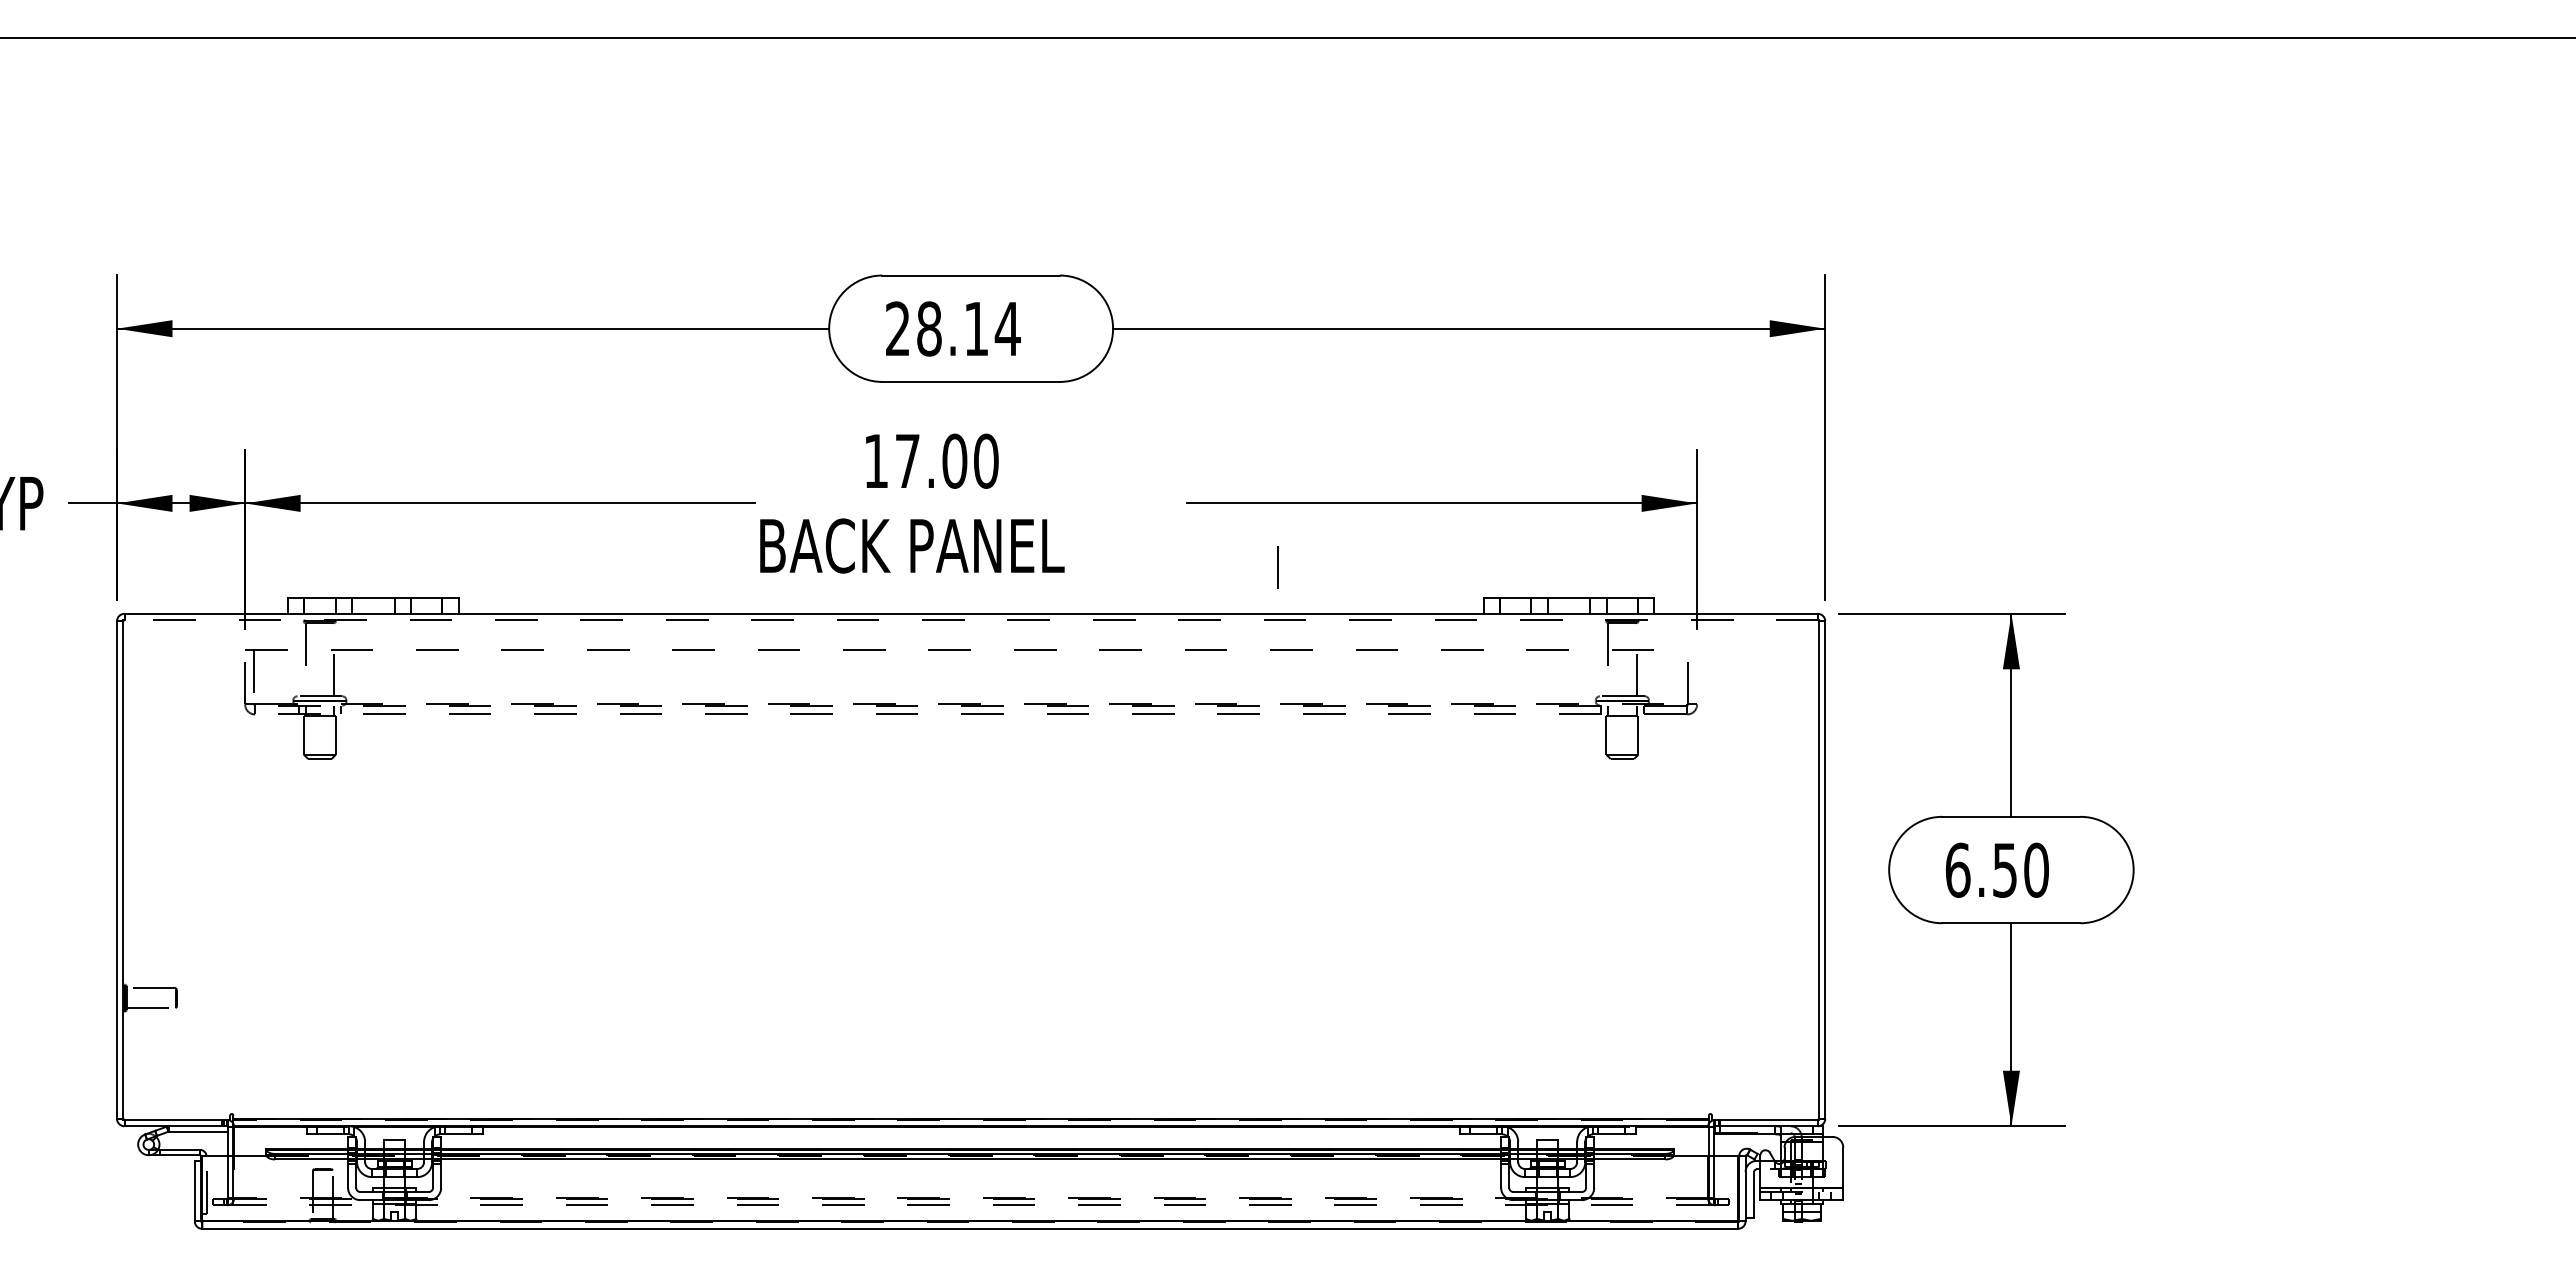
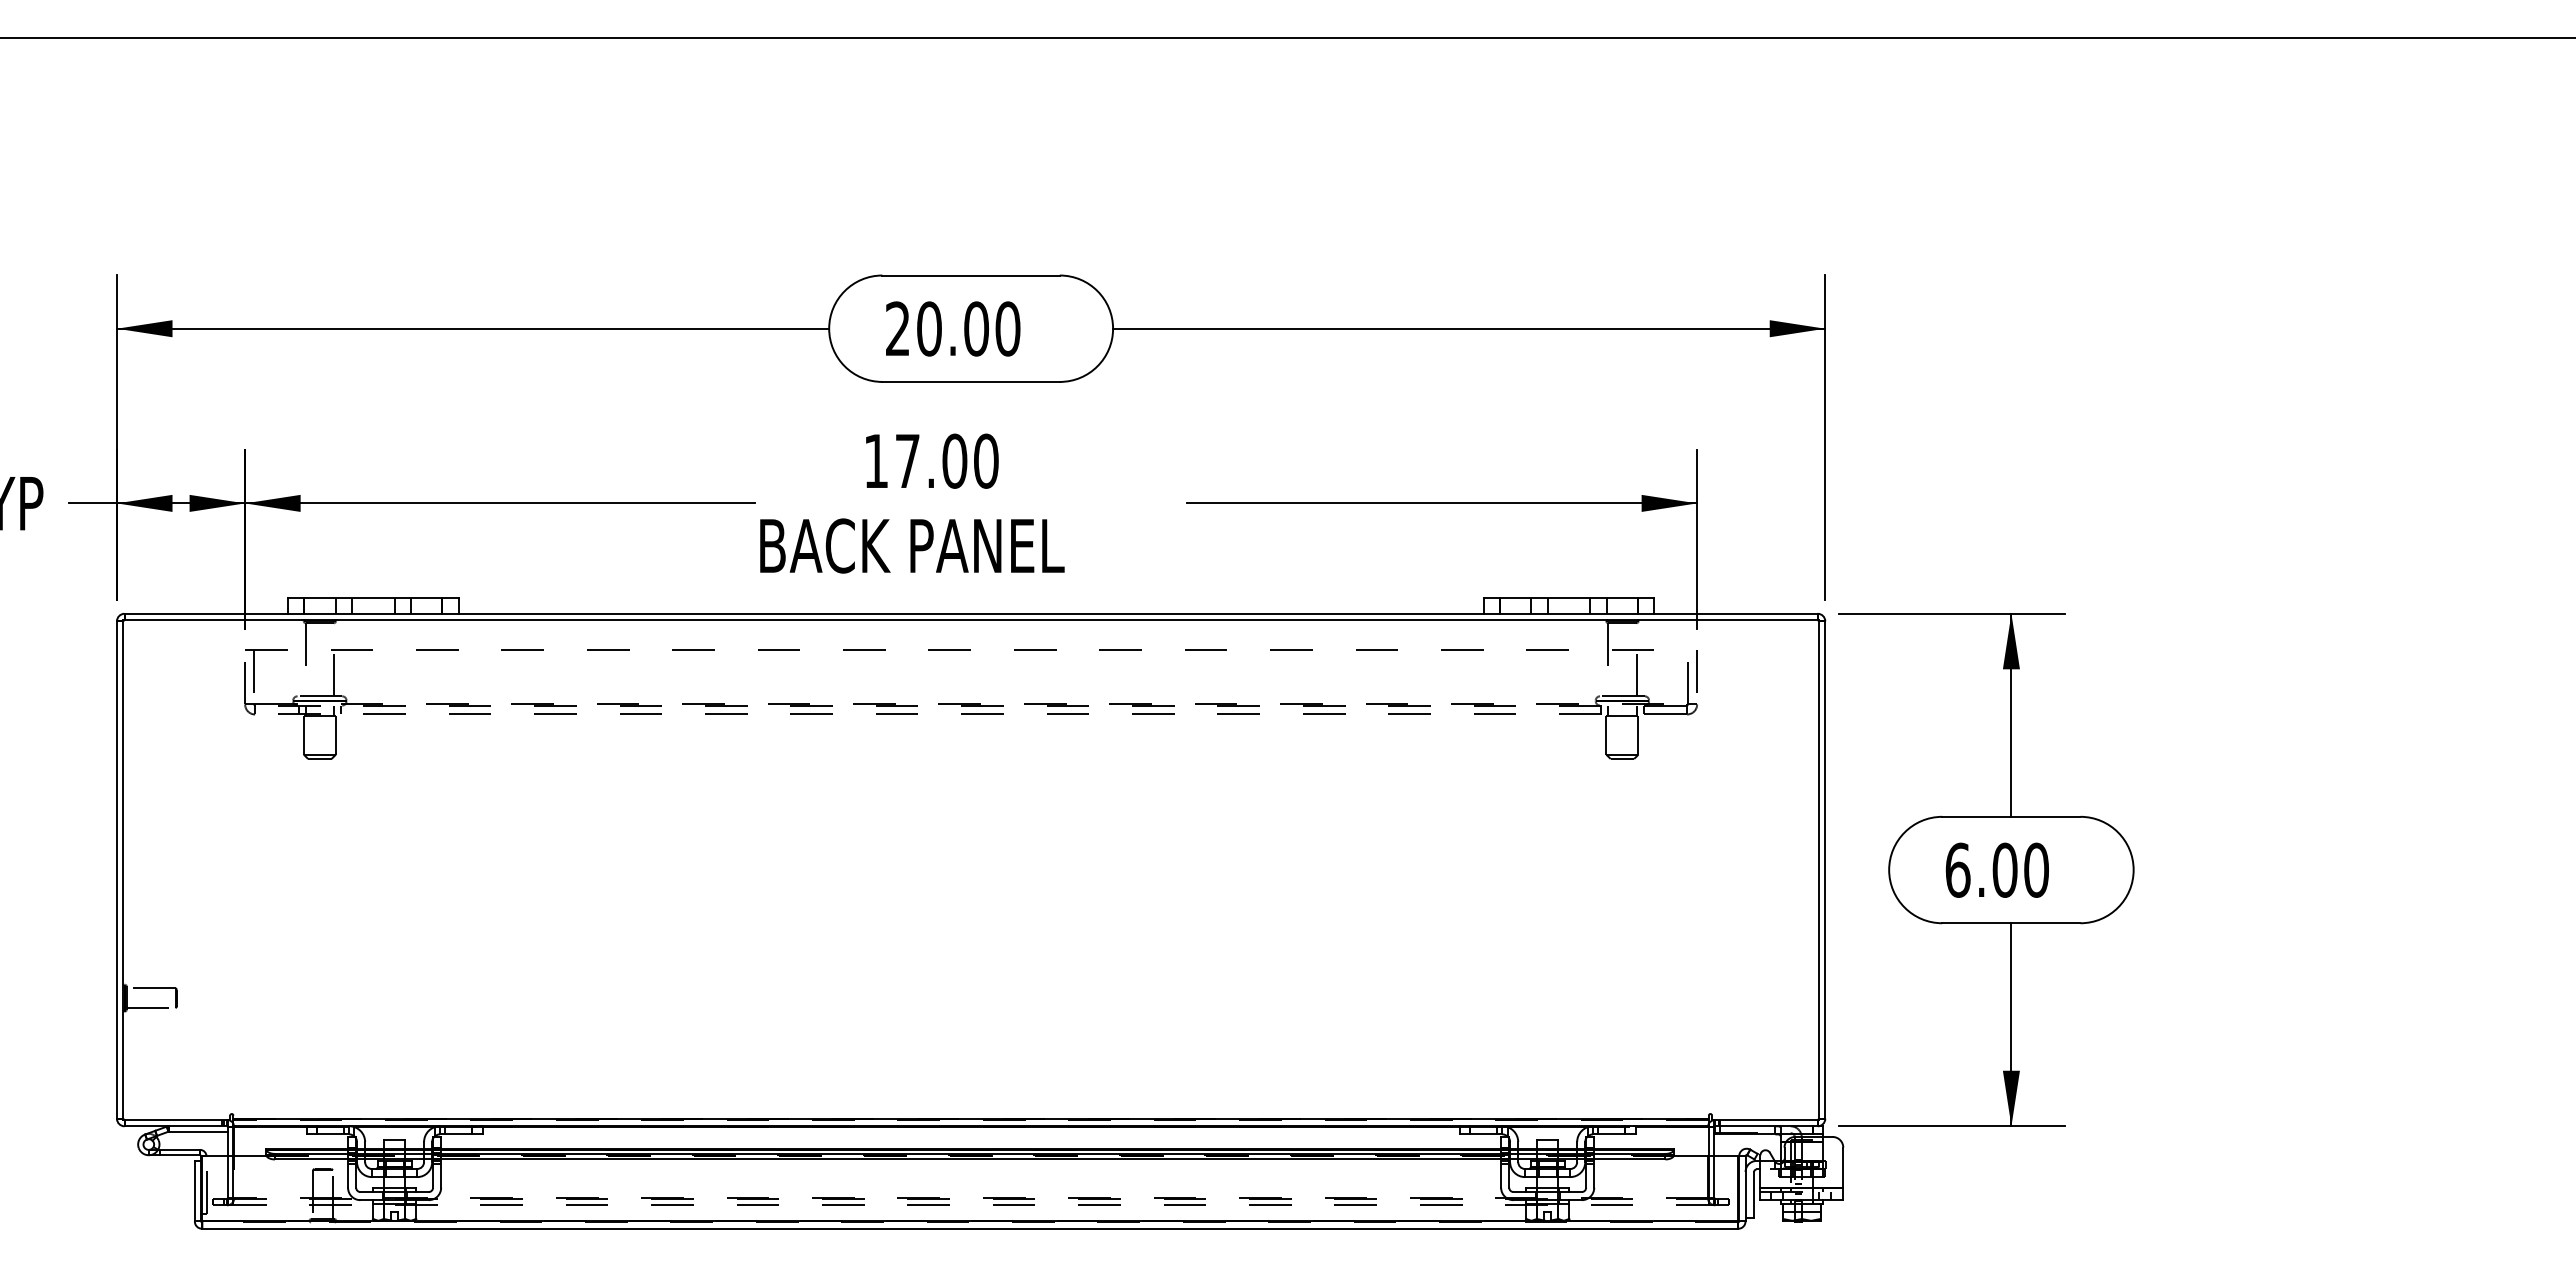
text at (968, 328): 28.14 -> 20.00
line at (1277, 567) position: (1277, 567) -> (1696, 671)
line at (971, 620): dashed -> solid
text at (2004, 869): 6.50 -> 6.00
